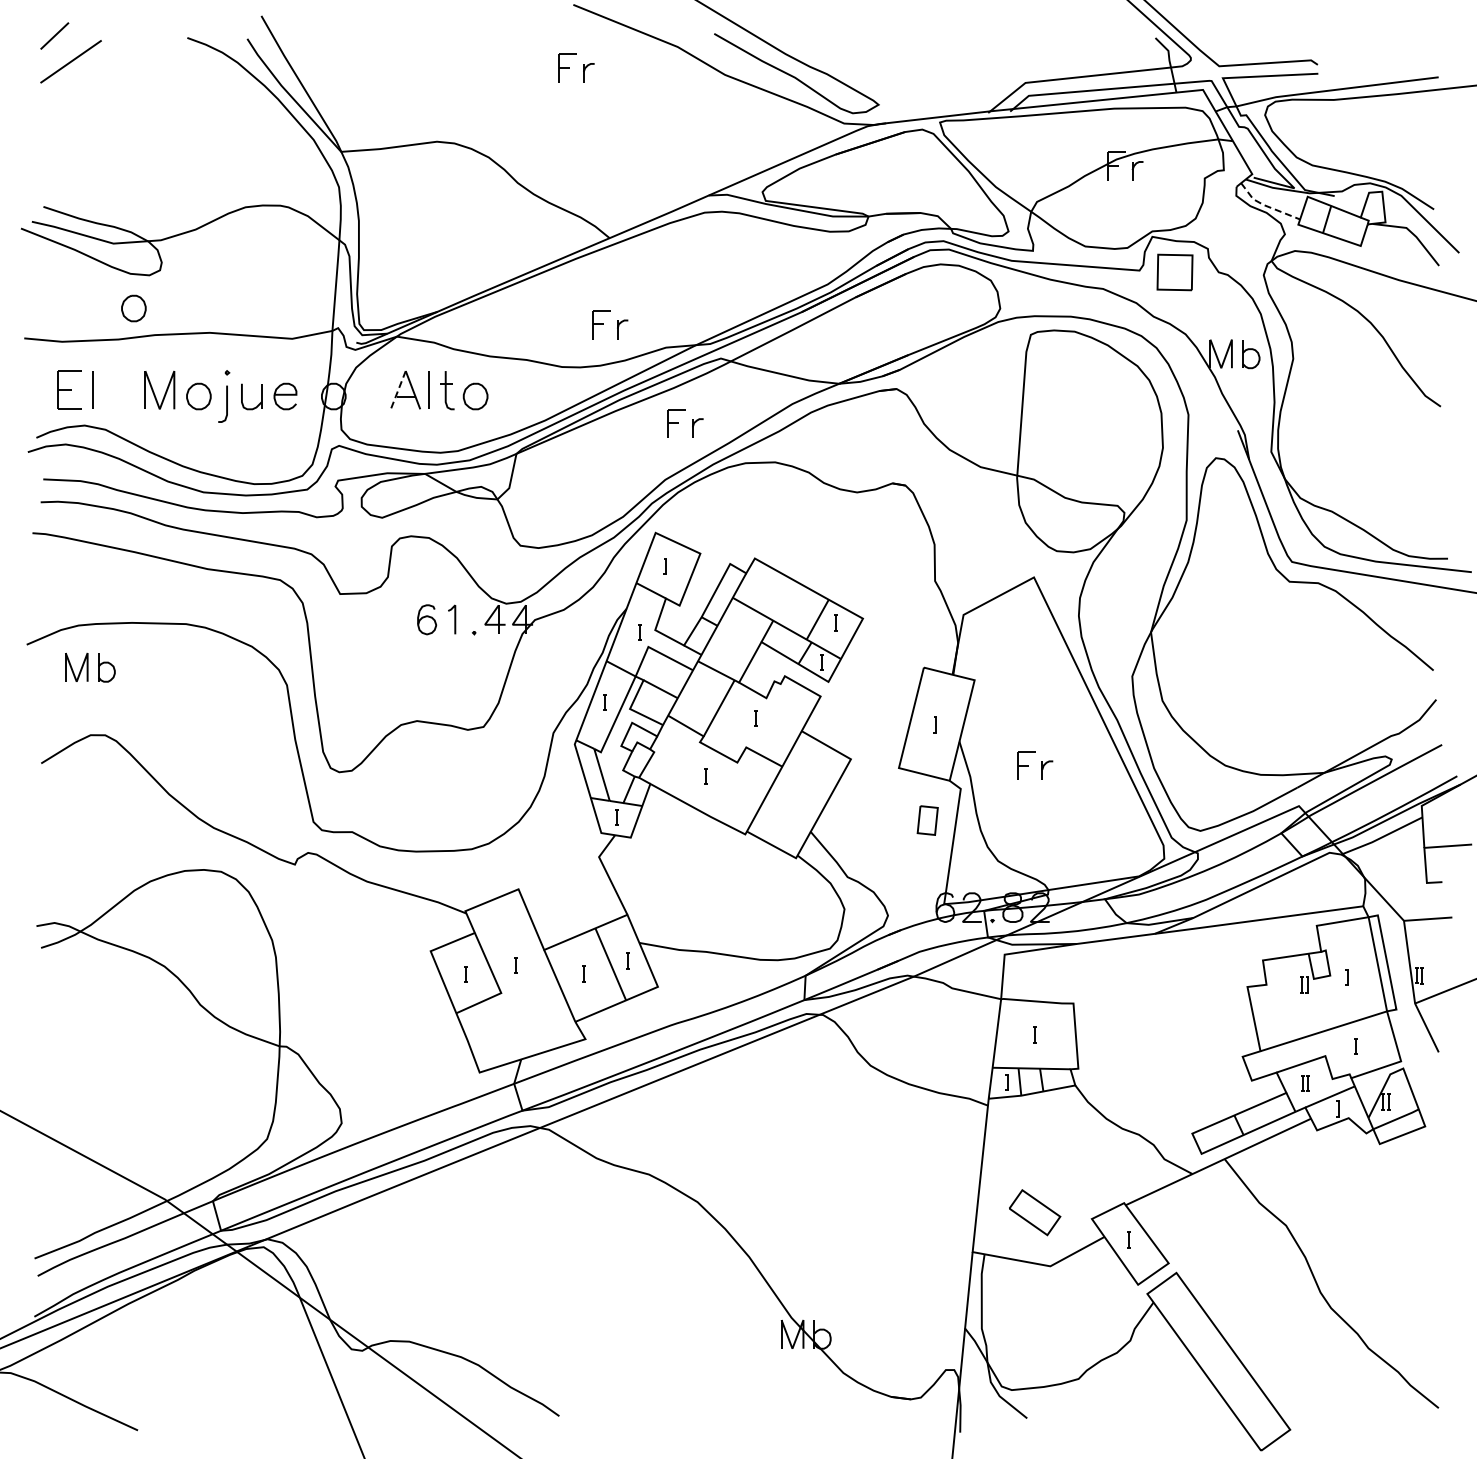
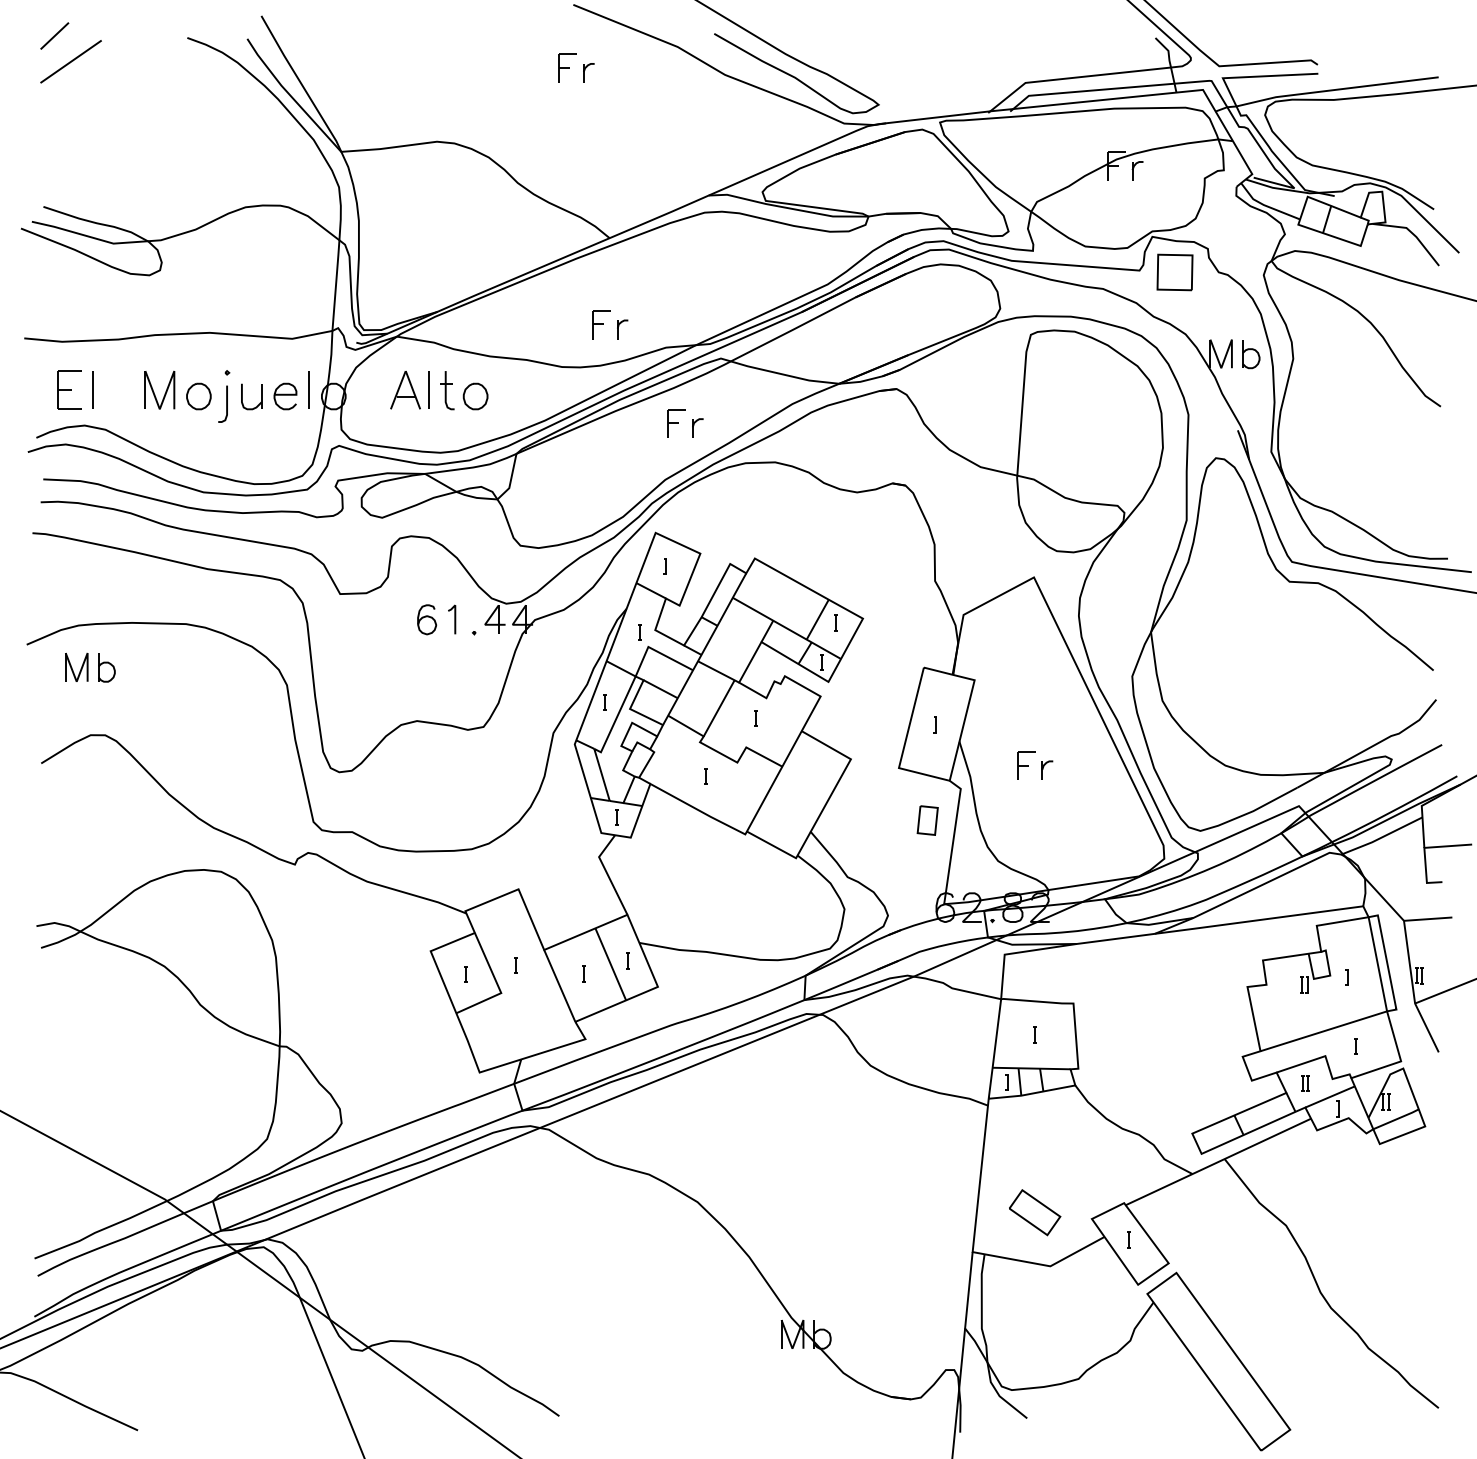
line at (1266, 206): dashed -> solid
part at (133, 308): present -> none
line at (308, 389): none -> present
line at (398, 390): dashed -> solid
